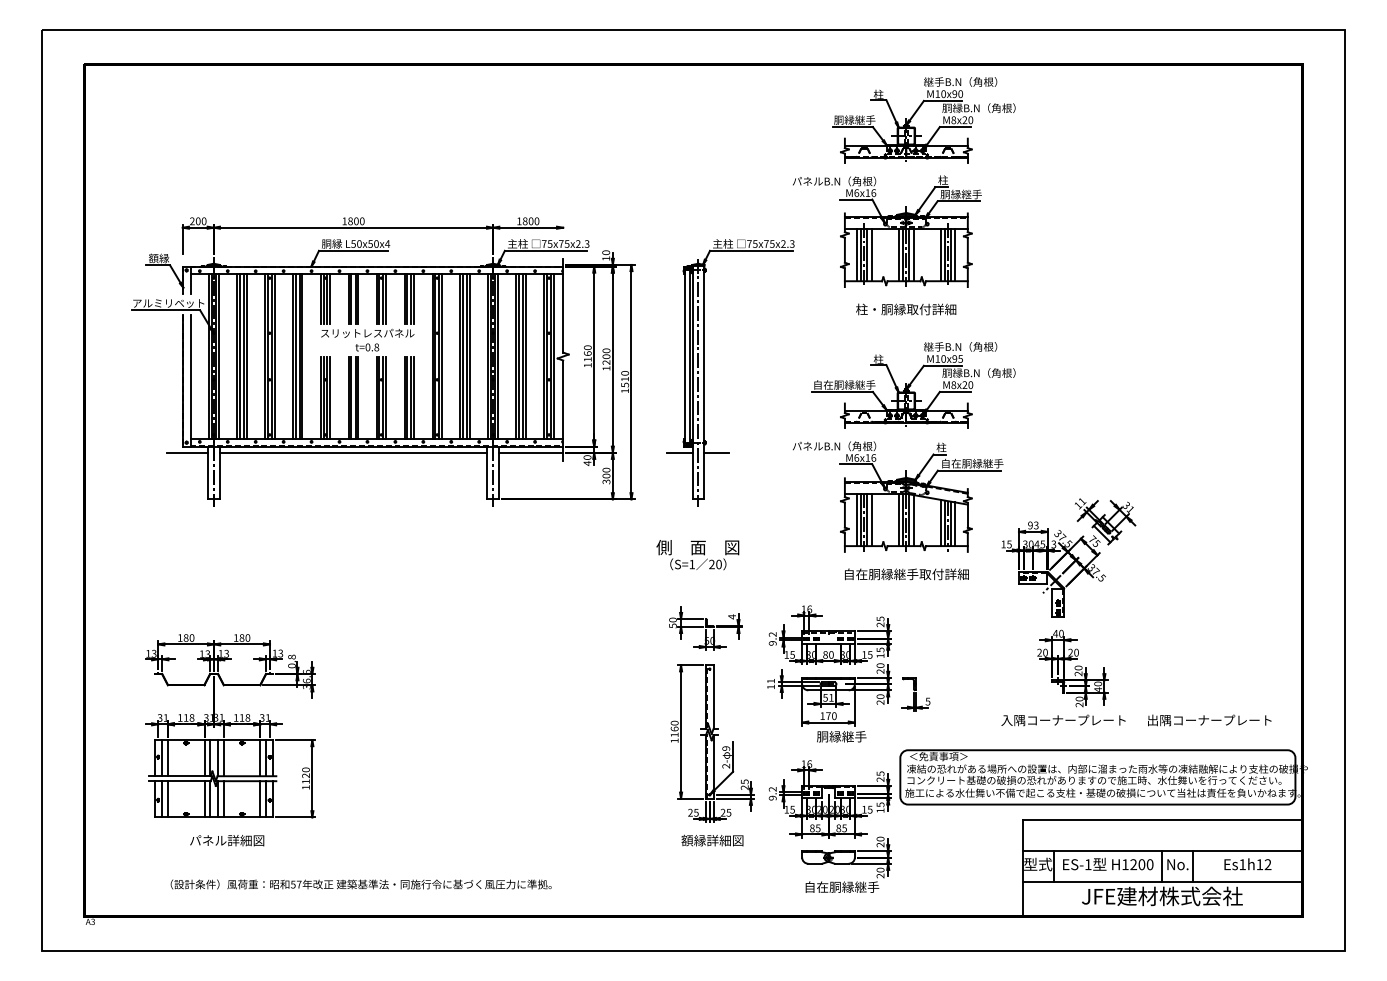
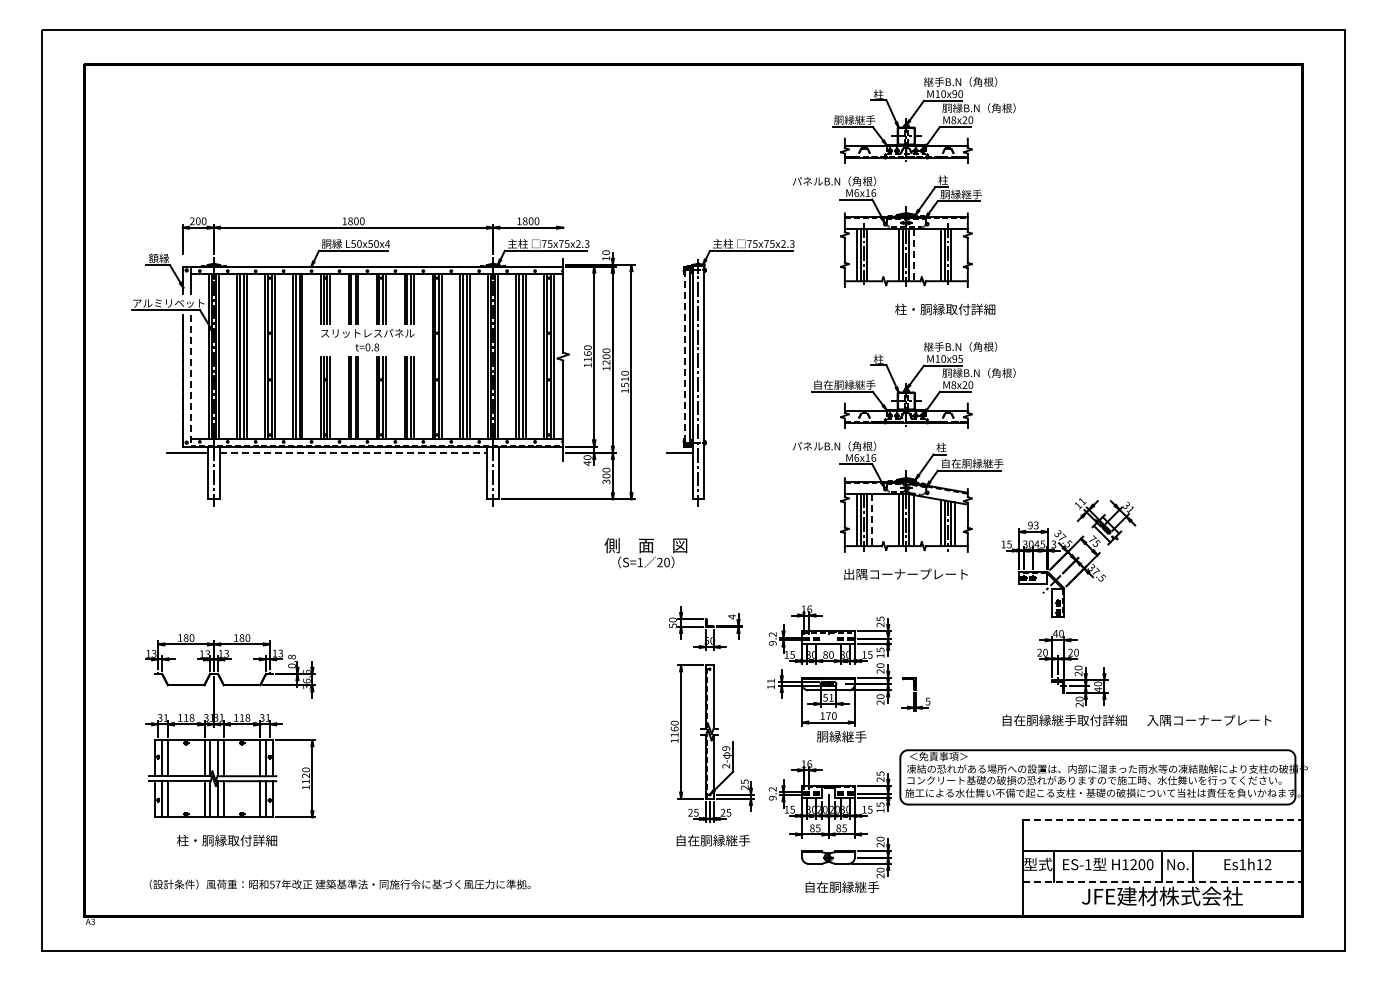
line at (871, 254): present -> none
line at (955, 254): present -> none
line at (913, 255): solid -> dashed
text at (906, 309) position: (906, 309) -> (945, 309)
line at (684, 356): solid -> dashed
line at (190, 380): solid -> dashed
line at (353, 452): solid -> dashed
line at (531, 452): present -> none
line at (716, 452): present -> none
line at (871, 520): solid -> dashed
text at (697, 555) position: (697, 555) -> (645, 553)
text at (906, 574): 自在胴縁継手取付詳細 -> 出隅コーナープレート
text at (1063, 720): 入隅コーナープレート -> 自在胴縁継手取付詳細
text at (1152, 720): 出隅コーナープレート -> 入隅コーナープレート
line at (1162, 819): solid -> dashed
text at (227, 840): パネル詳細図 -> 柱・胴縁取付詳細
text at (713, 840): 額縁詳細図 -> 自在胴縁継手
line at (1162, 881): solid -> dashed
text at (360, 884) position: (360, 884) -> (339, 884)
